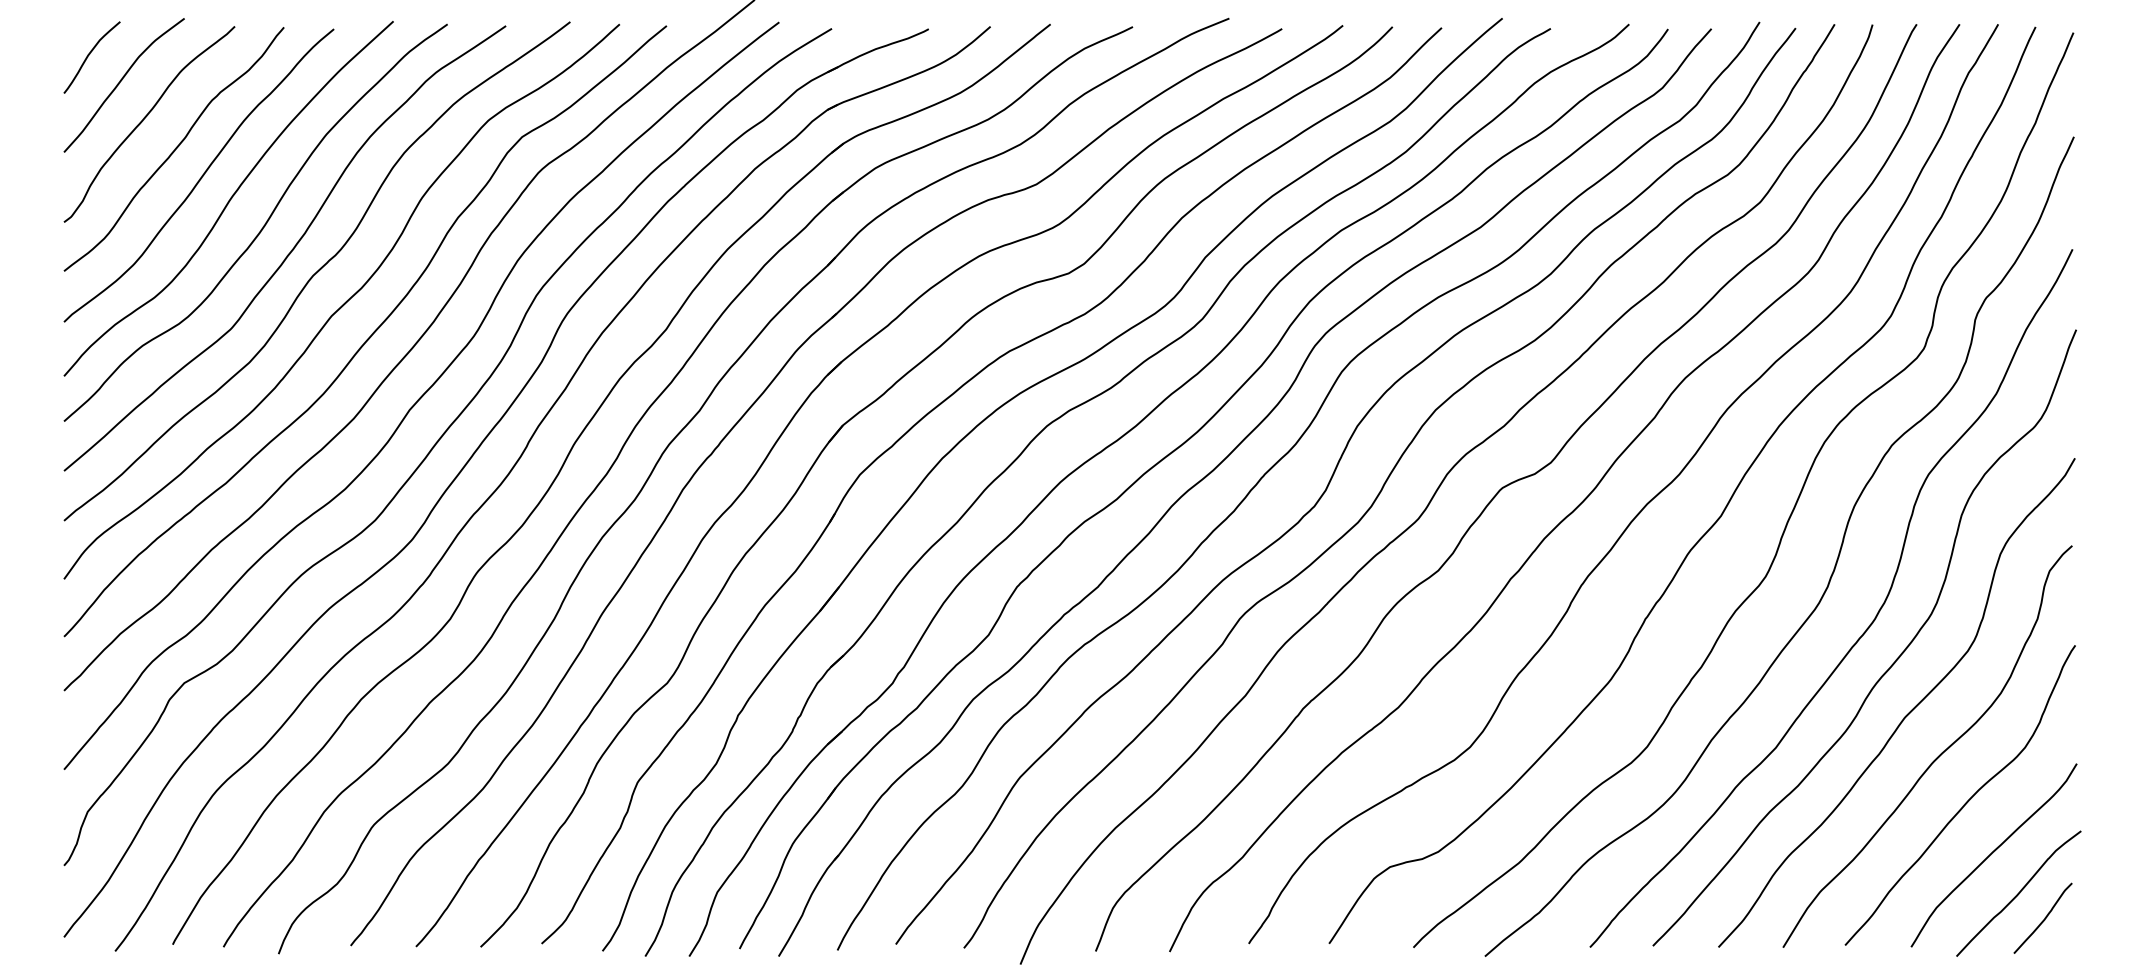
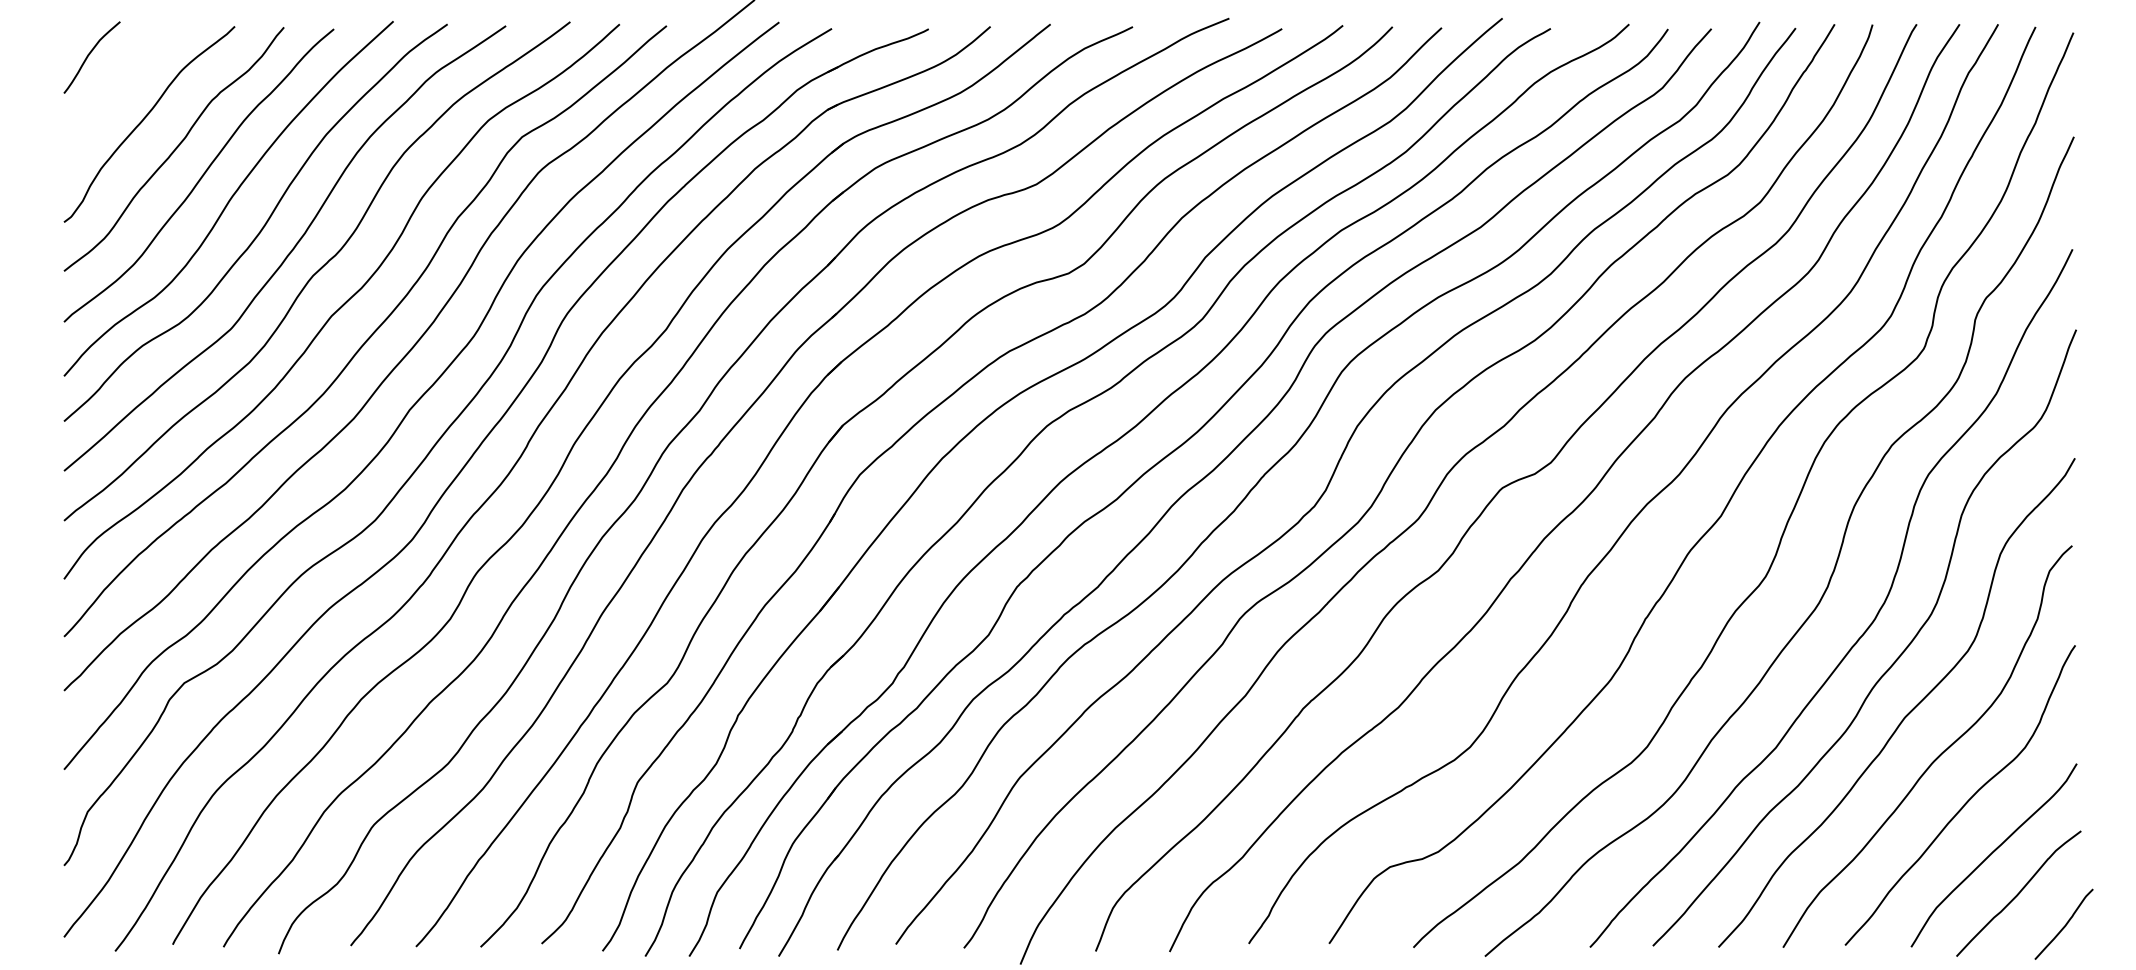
curve at (119, 84): present -> none
curve at (2044, 917) position: (2044, 917) -> (2065, 923)
